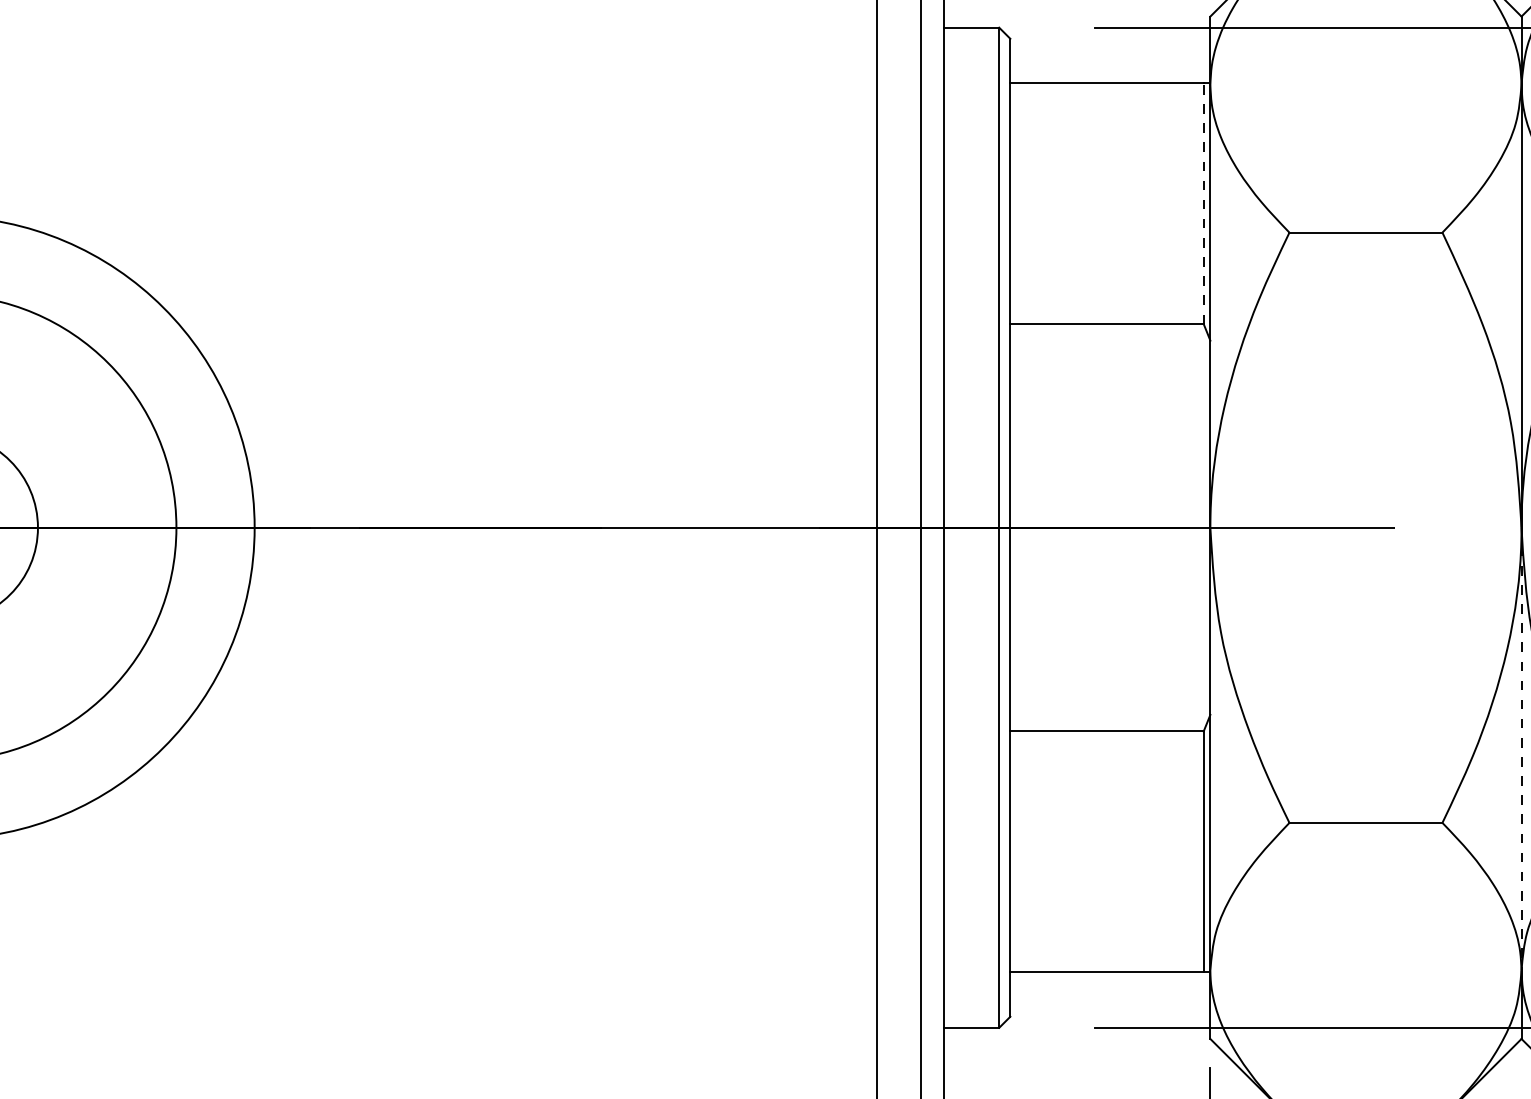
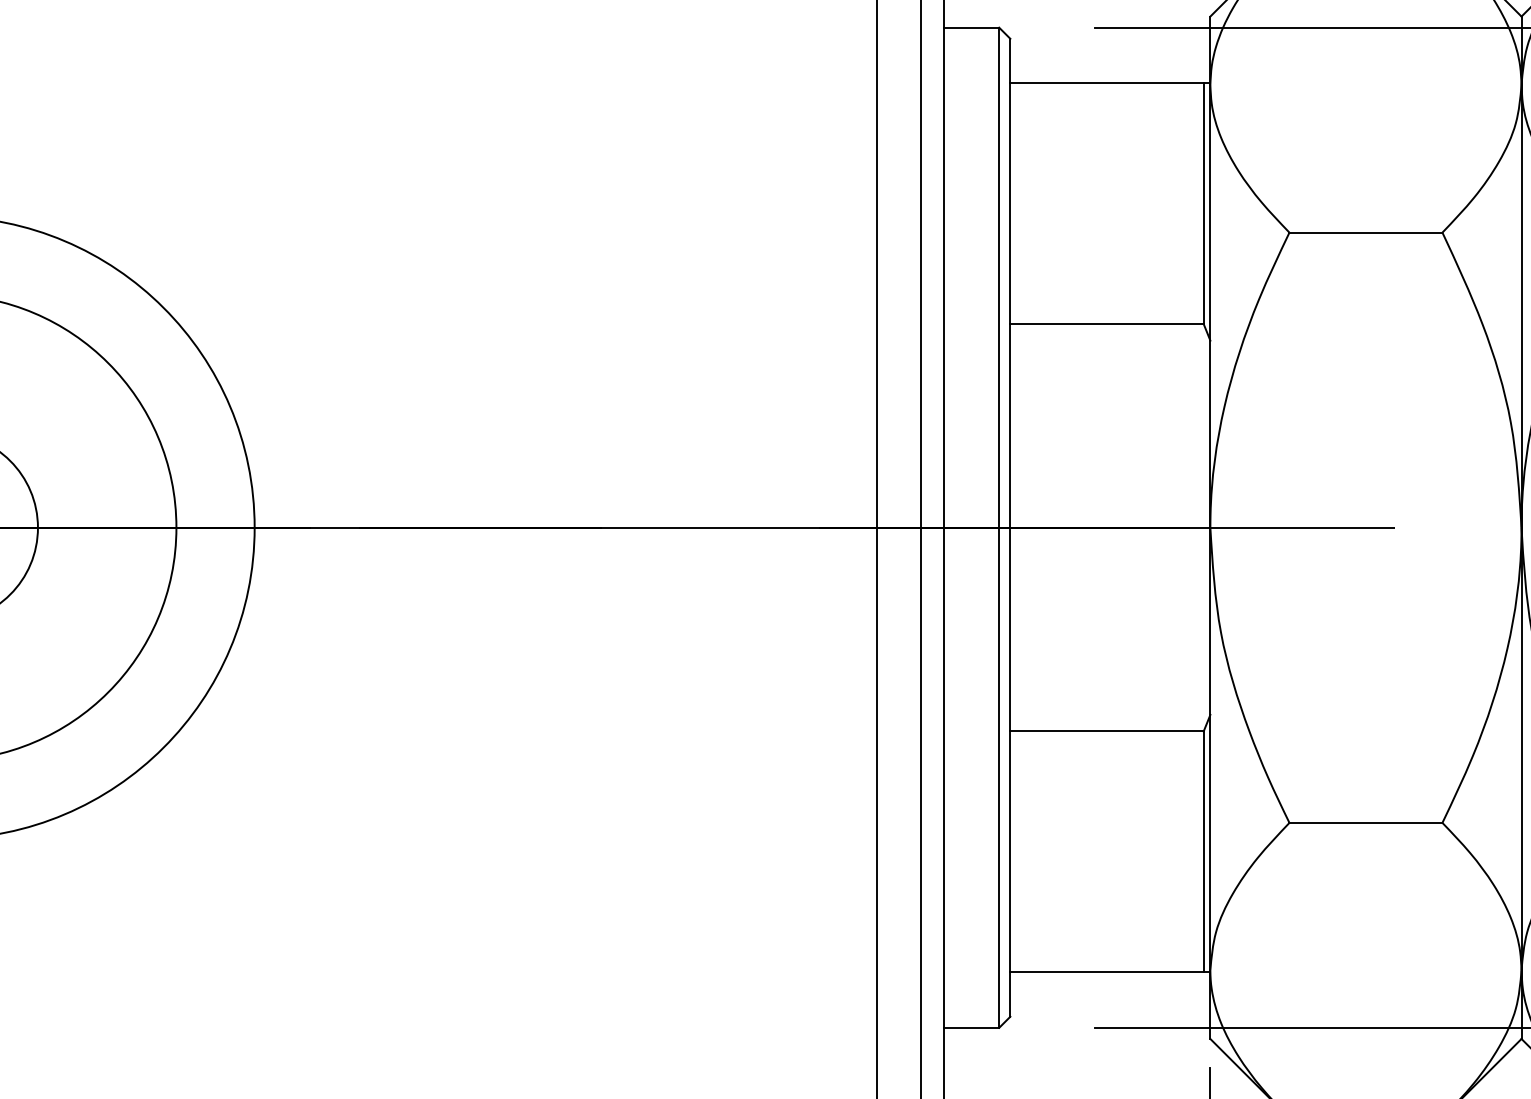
line at (1203, 203): dashed -> solid
line at (1521, 749): dashed -> solid
